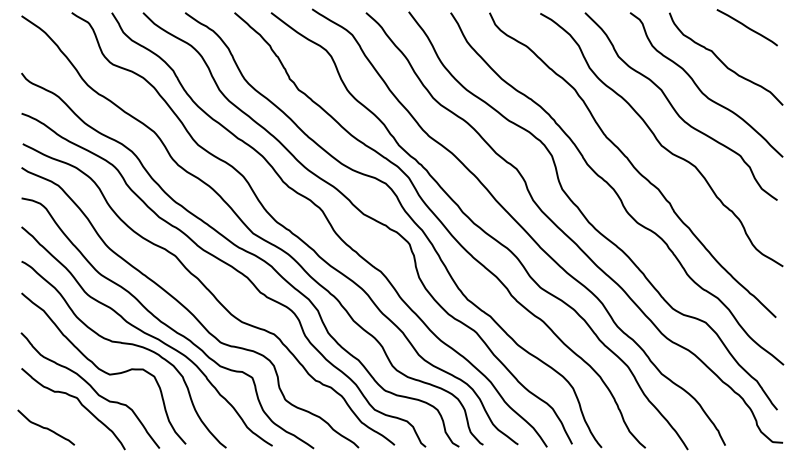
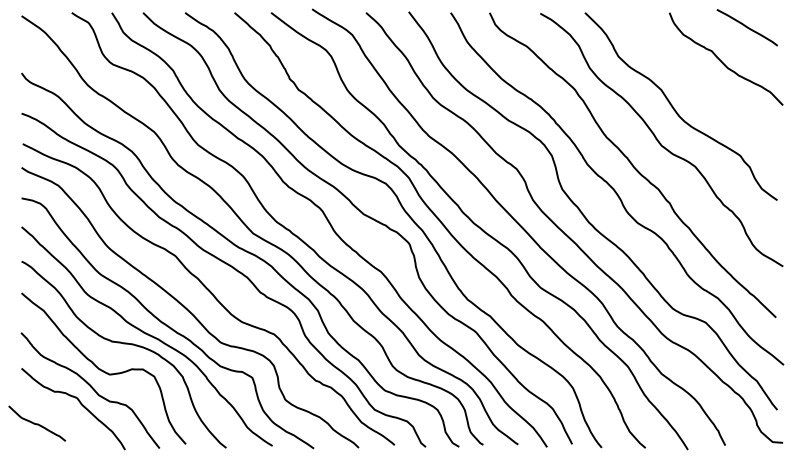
curve at (699, 87): present -> none
curve at (46, 427) position: (46, 427) -> (37, 423)
